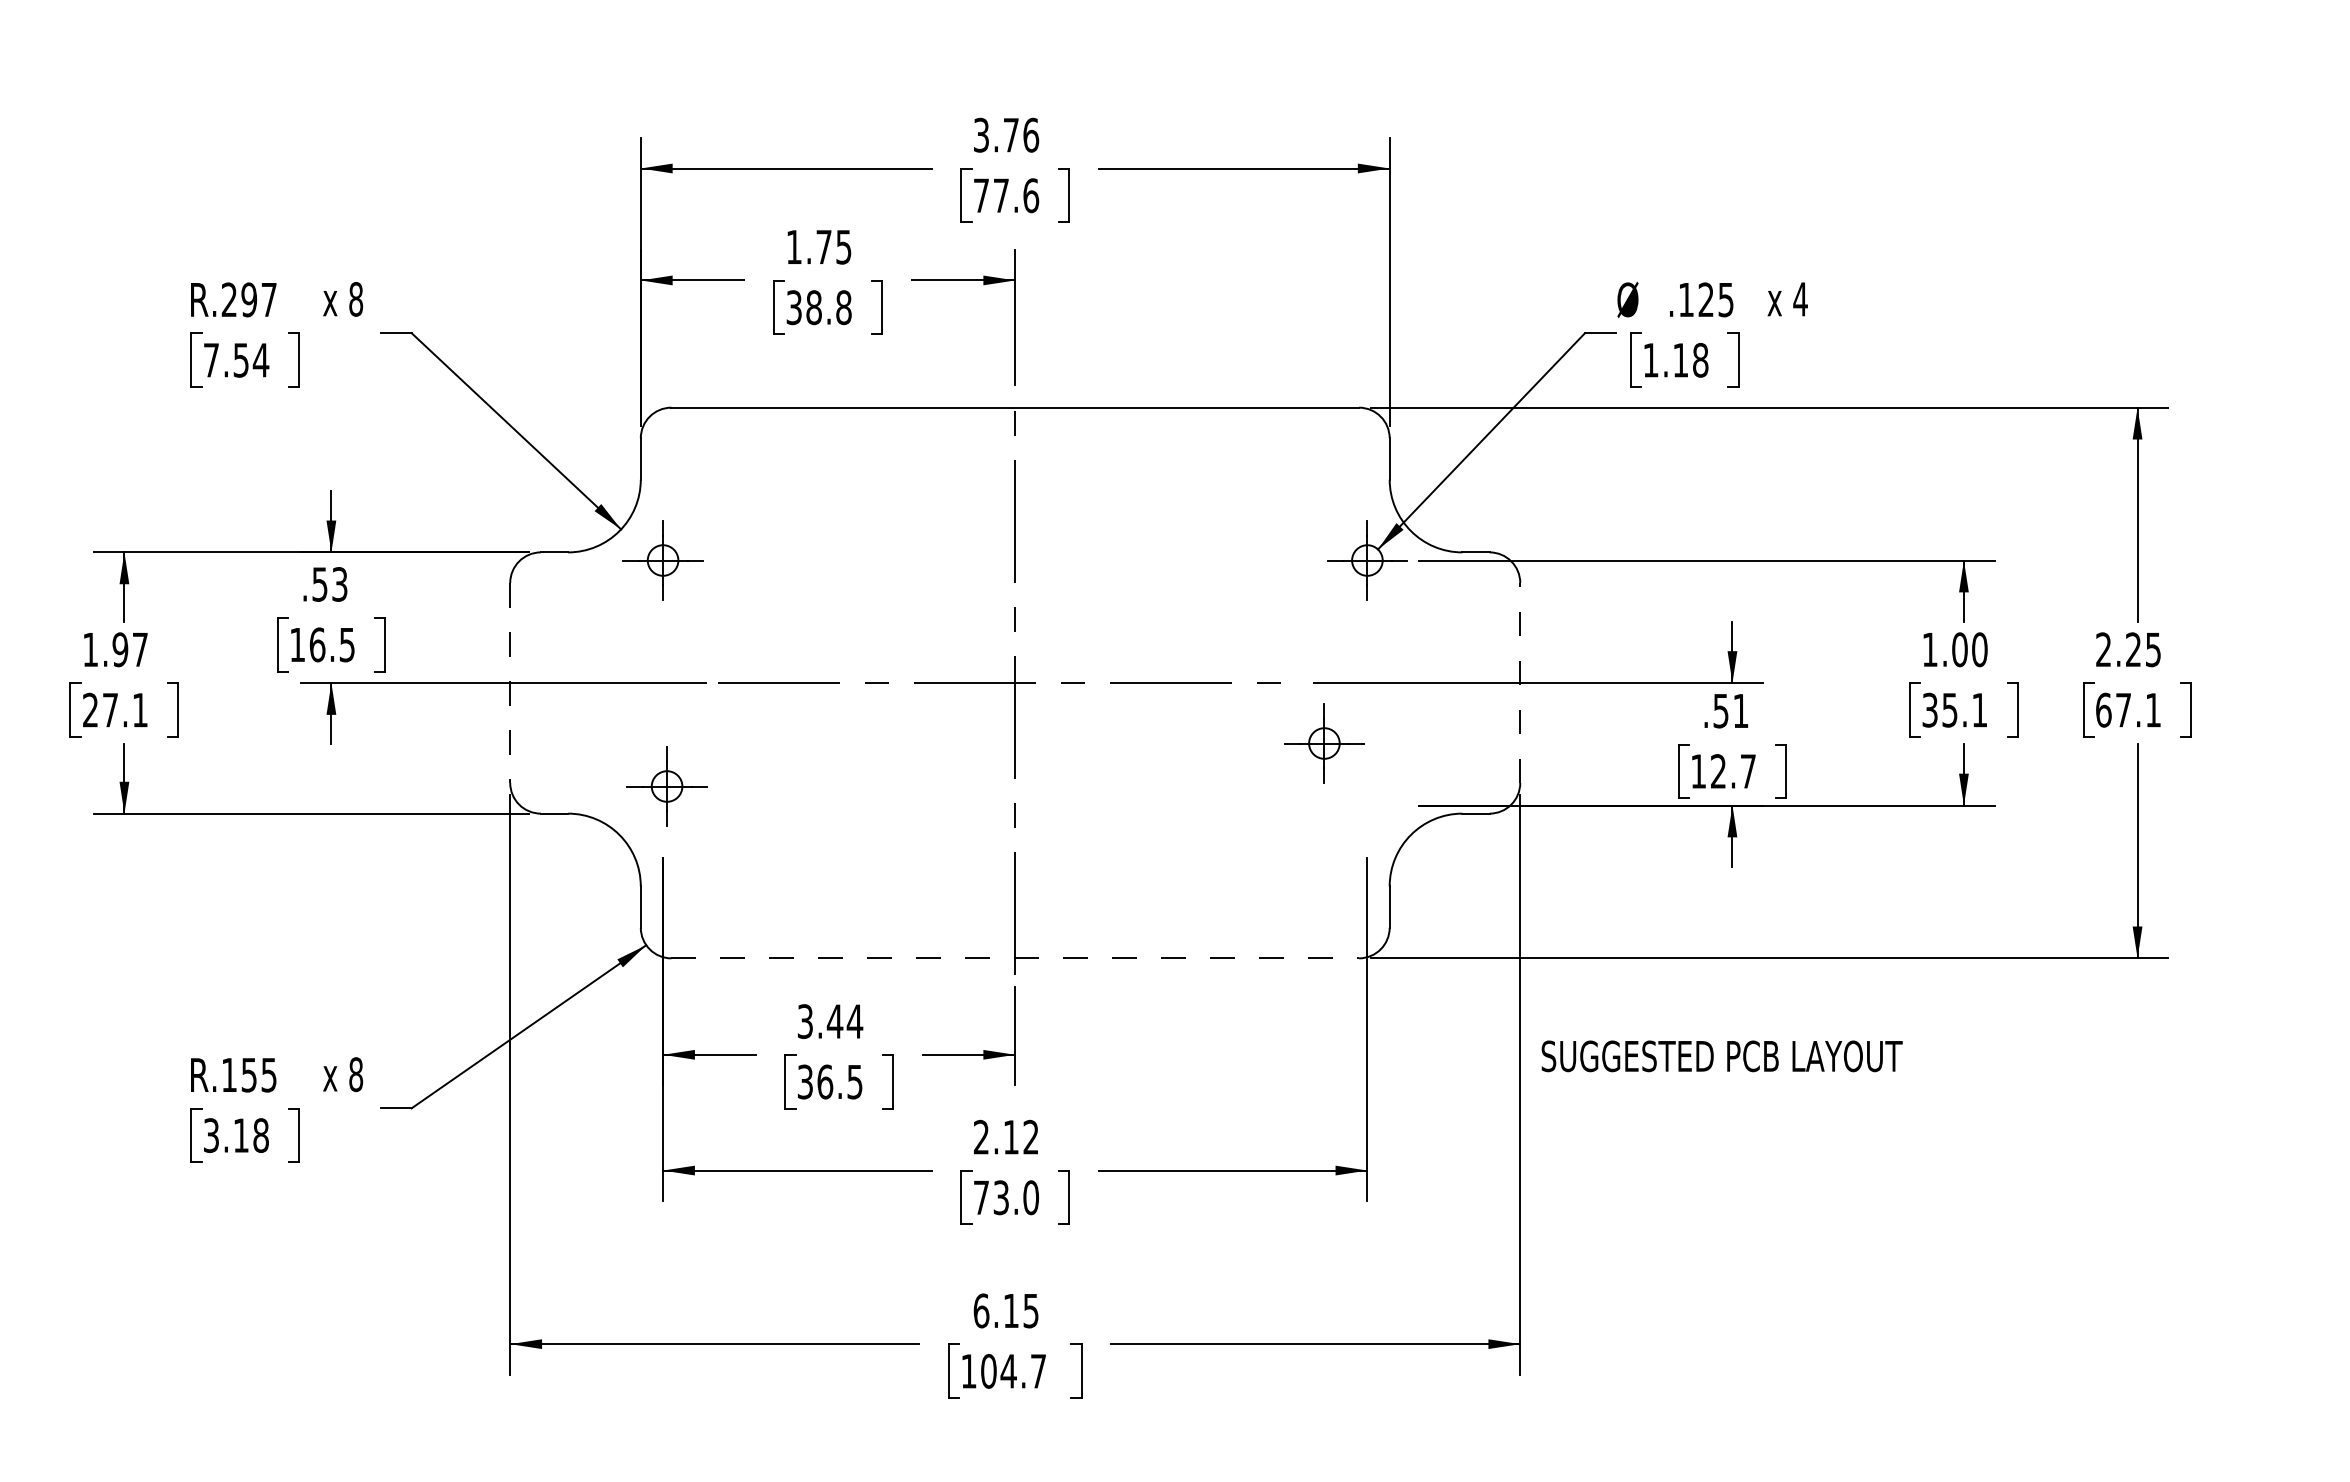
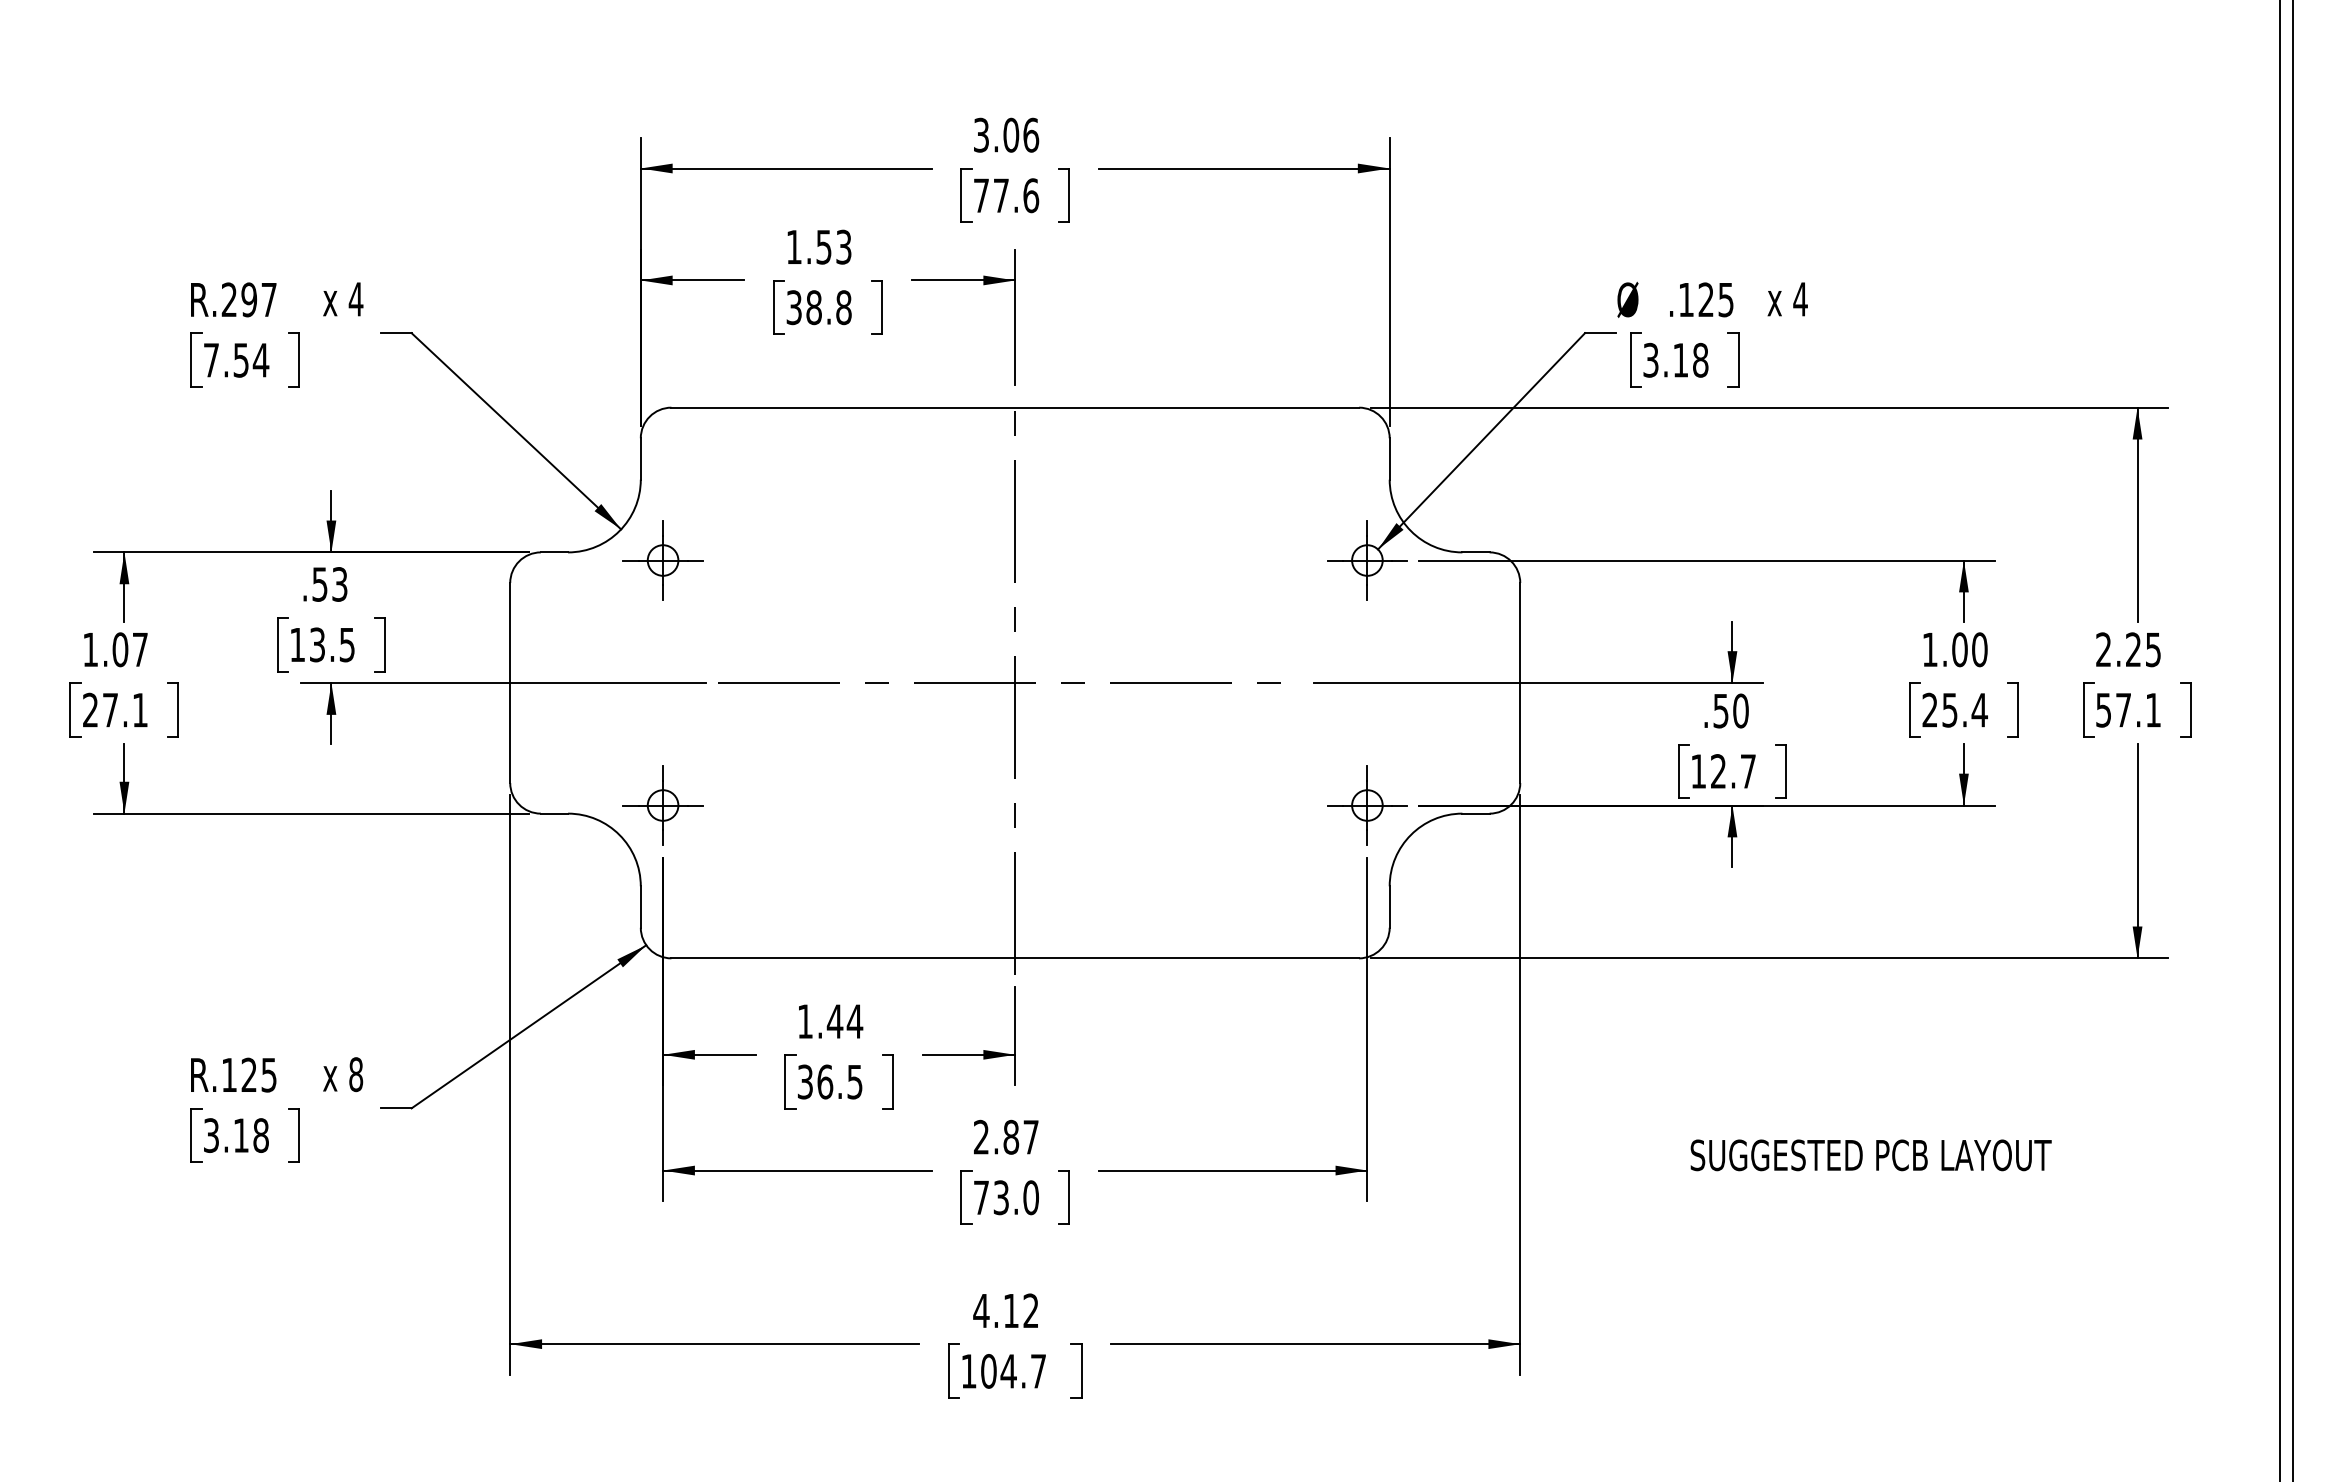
text at (1011, 134): 3.76 -> 3.06
text at (833, 246): 1.75 -> 1.53
text at (355, 299): 8 -> 4
text at (1650, 359): 1.18 -> 3.18
text at (317, 644): 16.5 -> 13.5
text at (120, 649): 1.97 -> 1.07
line at (510, 683): dashed -> solid
line at (1520, 683): dashed -> solid
text at (2103, 709): 67.1 -> 57.1
text at (1740, 710): .51 -> .50
text at (1954, 710): 35.1 -> 25.4
line at (2279, 740): none -> present
line at (2293, 740): none -> present
part at (1324, 743) position: (1324, 743) -> (1367, 805)
part at (666, 786) position: (666, 786) -> (662, 805)
line at (1015, 958): dashed -> solid
text at (804, 1021): 3.44 -> 1.44
text at (1721, 1056) position: (1721, 1056) -> (1870, 1155)
text at (248, 1074): R.155 -> R.125
text at (1020, 1136): 2.12 -> 2.87
text at (1005, 1310): 6.15 -> 4.12
